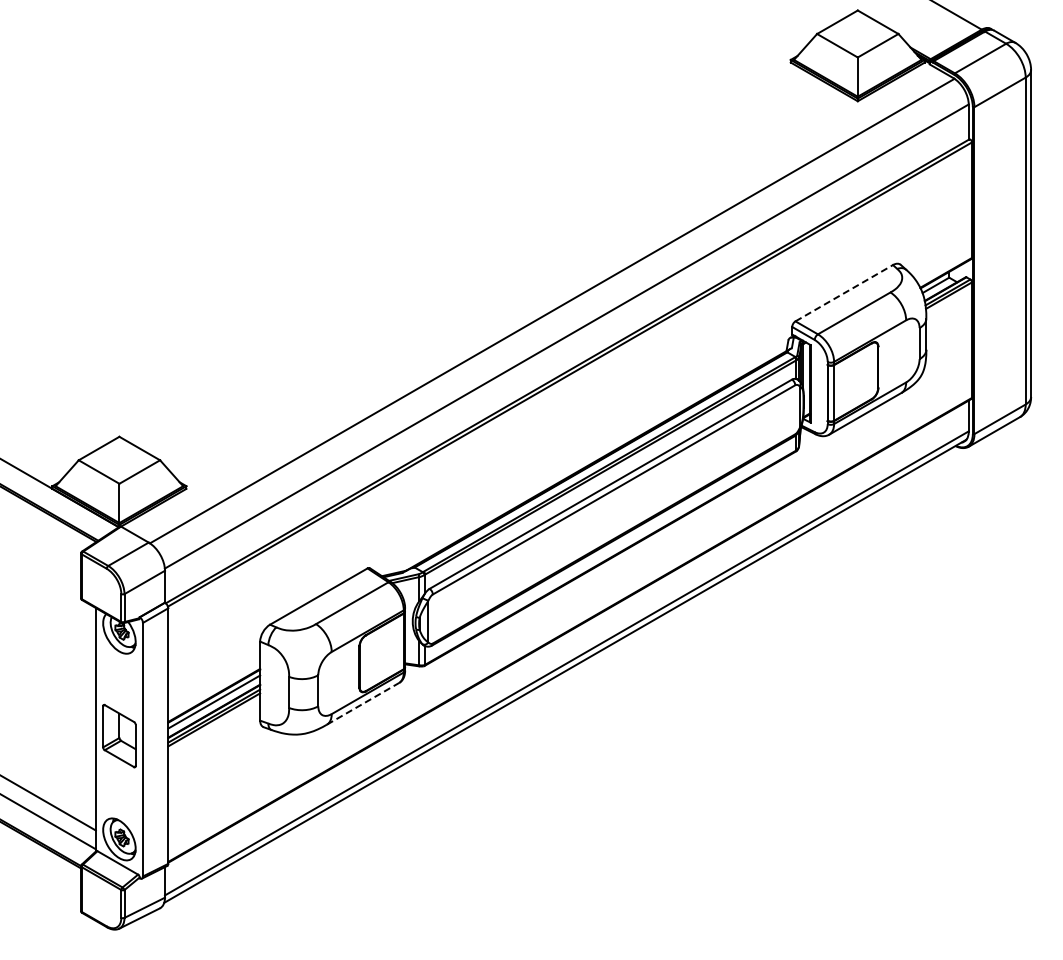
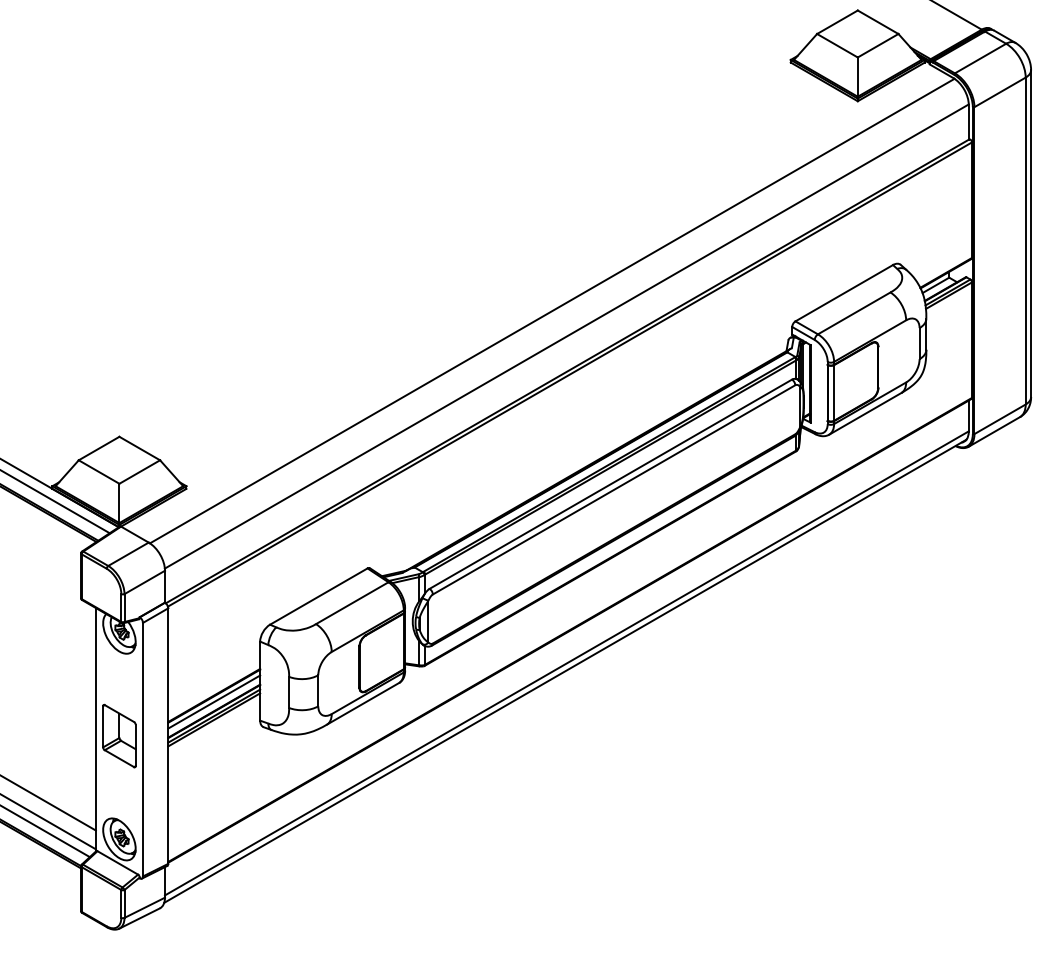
line at (844, 292): dashed -> solid
line at (55, 502): none -> present
line at (363, 703): dashed -> solid
line at (45, 831): none -> present
